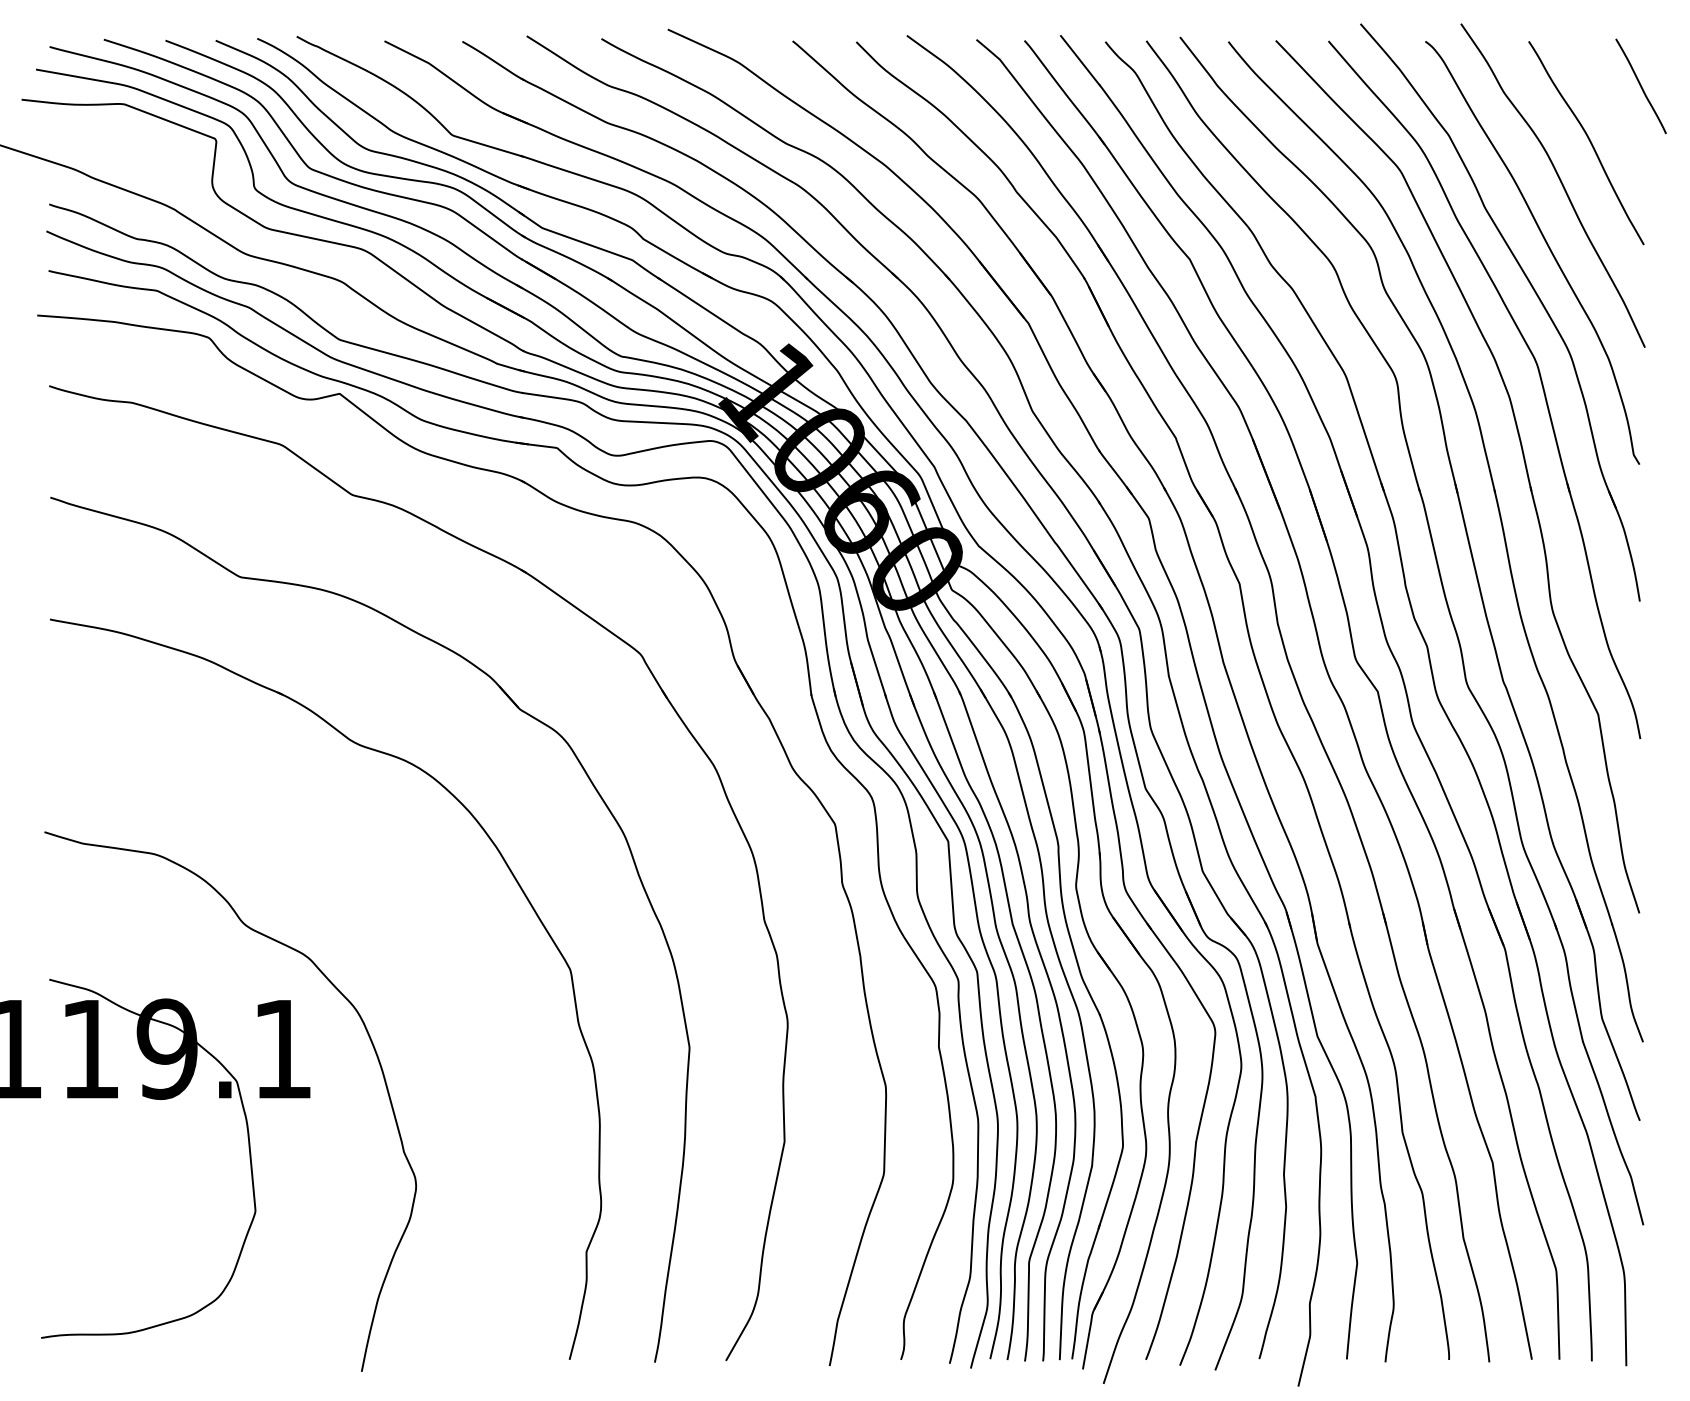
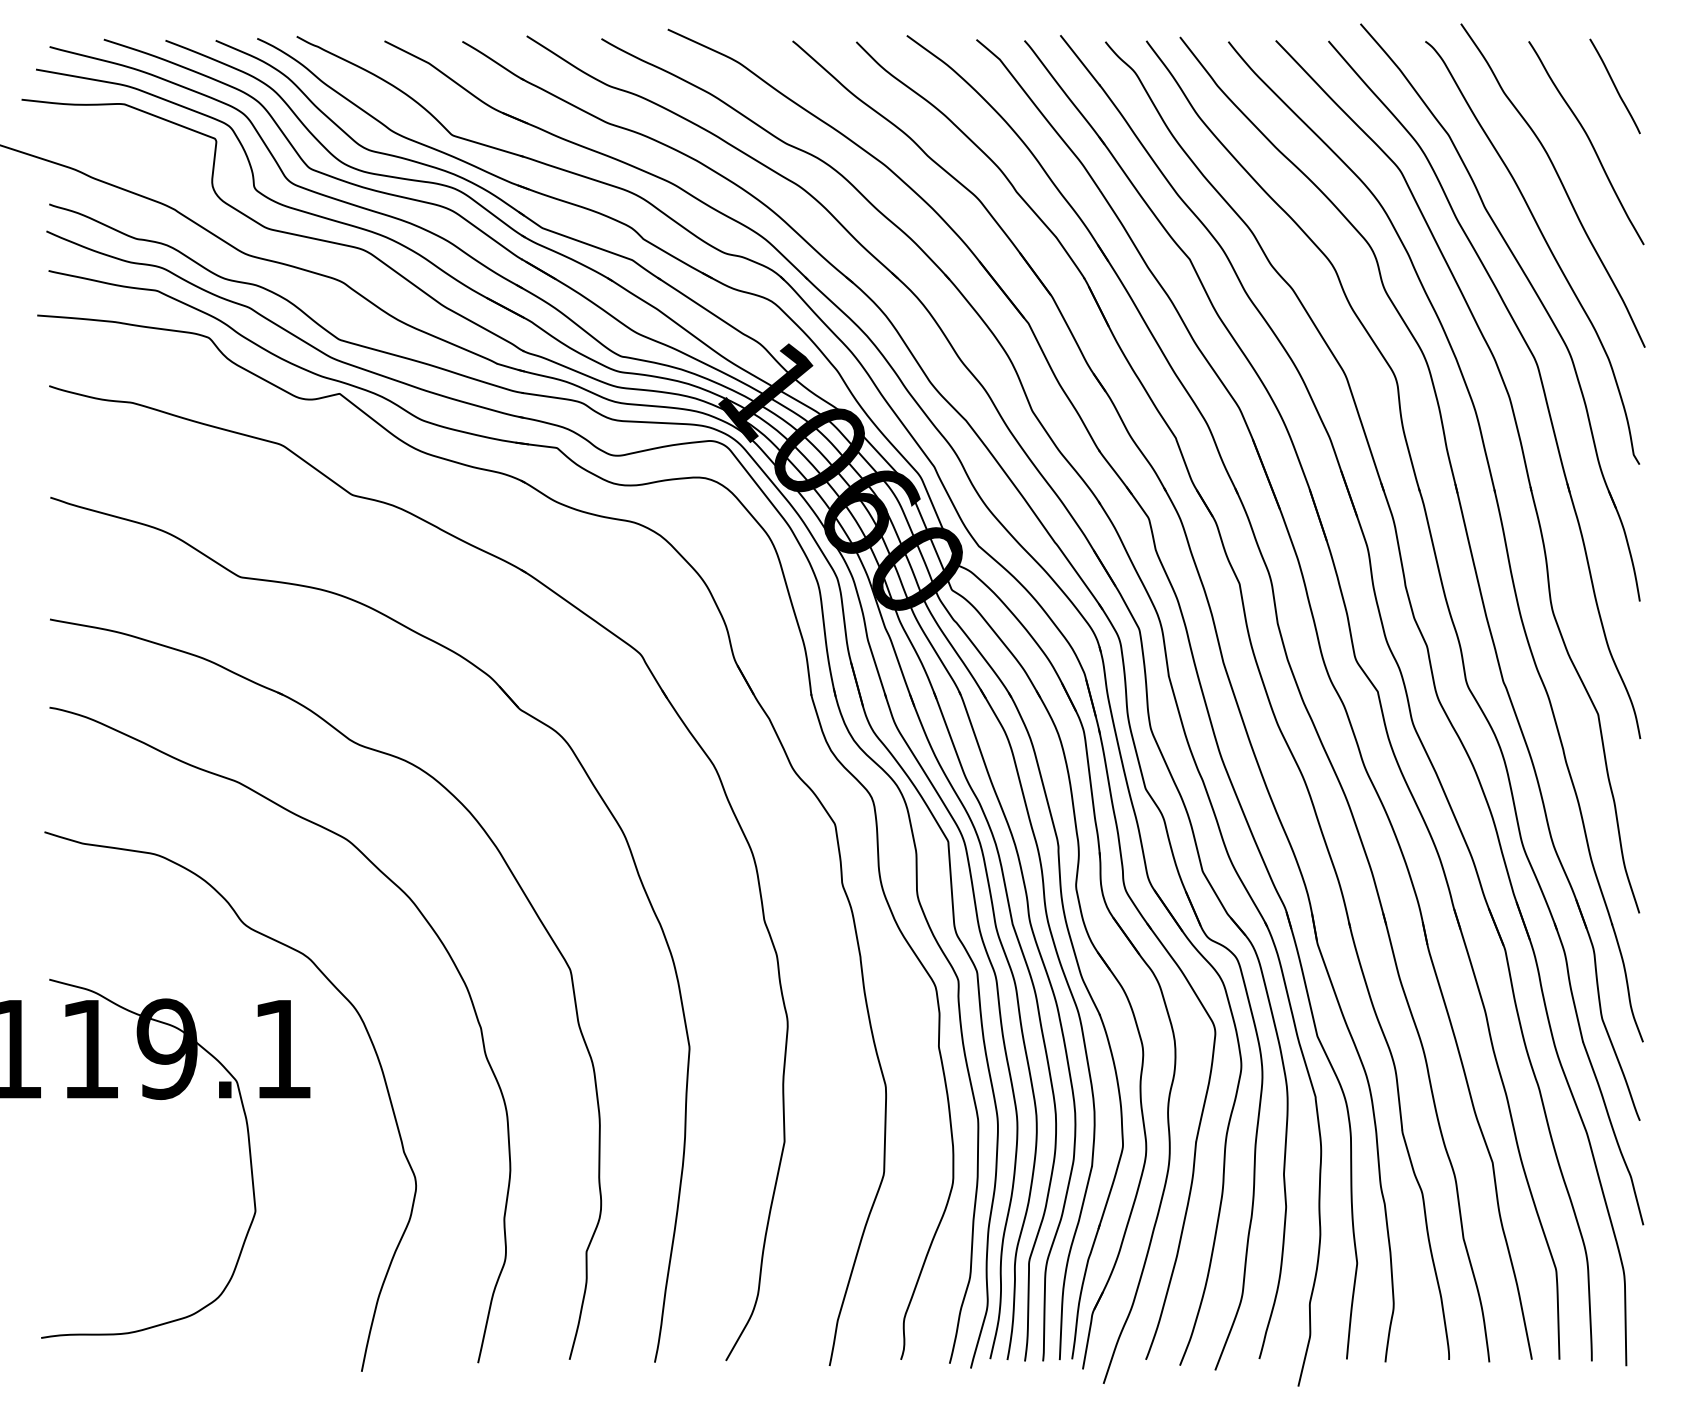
line at (1640, 86) position: (1640, 86) -> (1614, 86)
curve at (426, 922): none -> present
